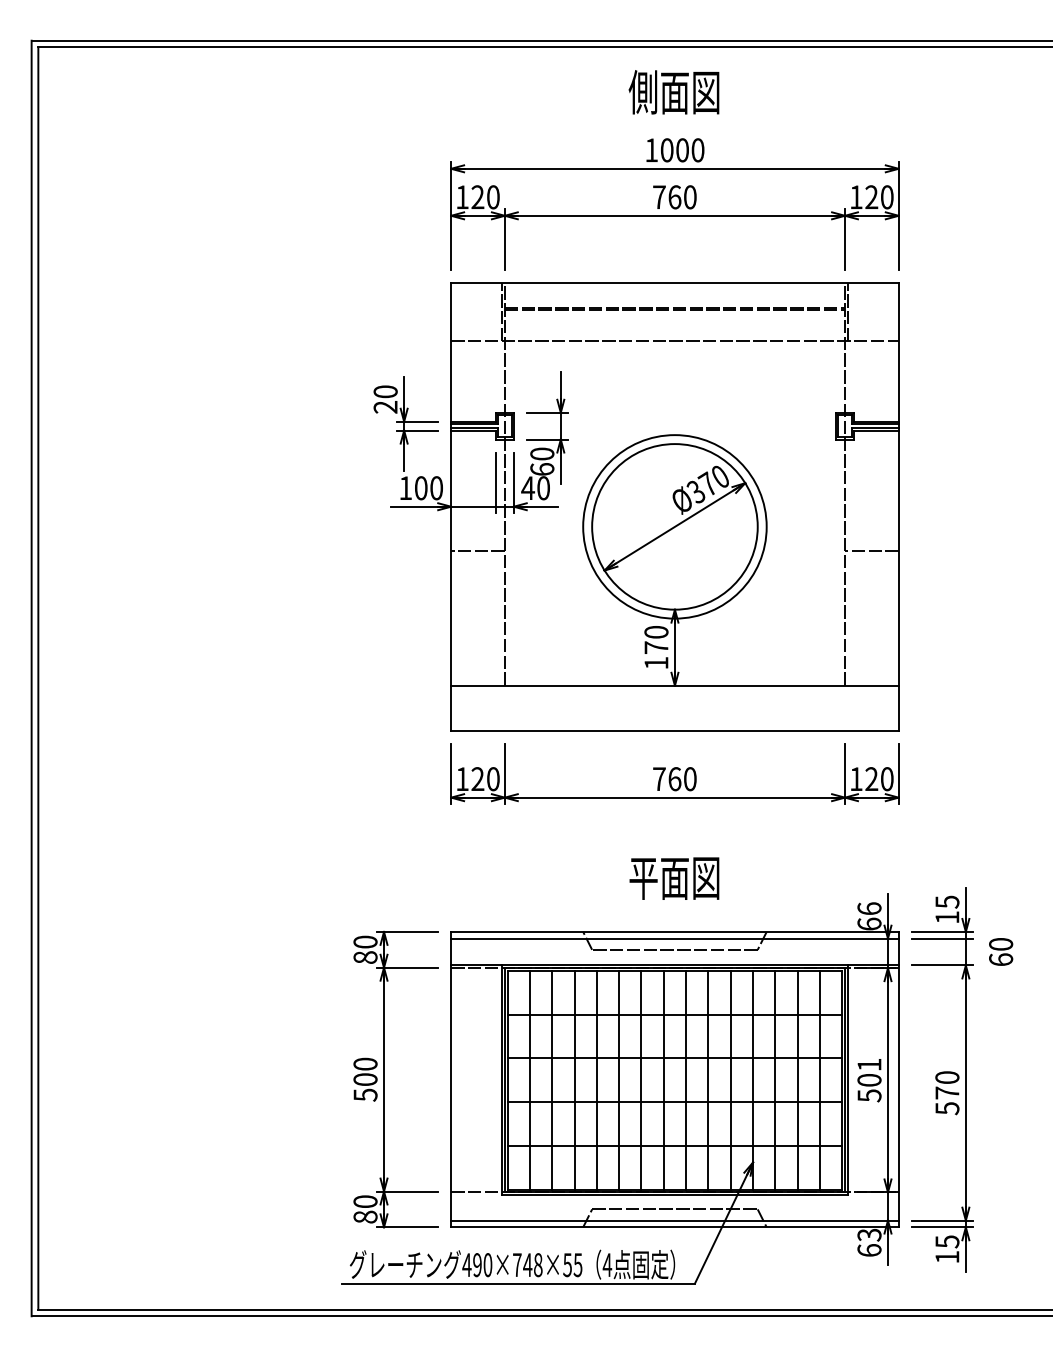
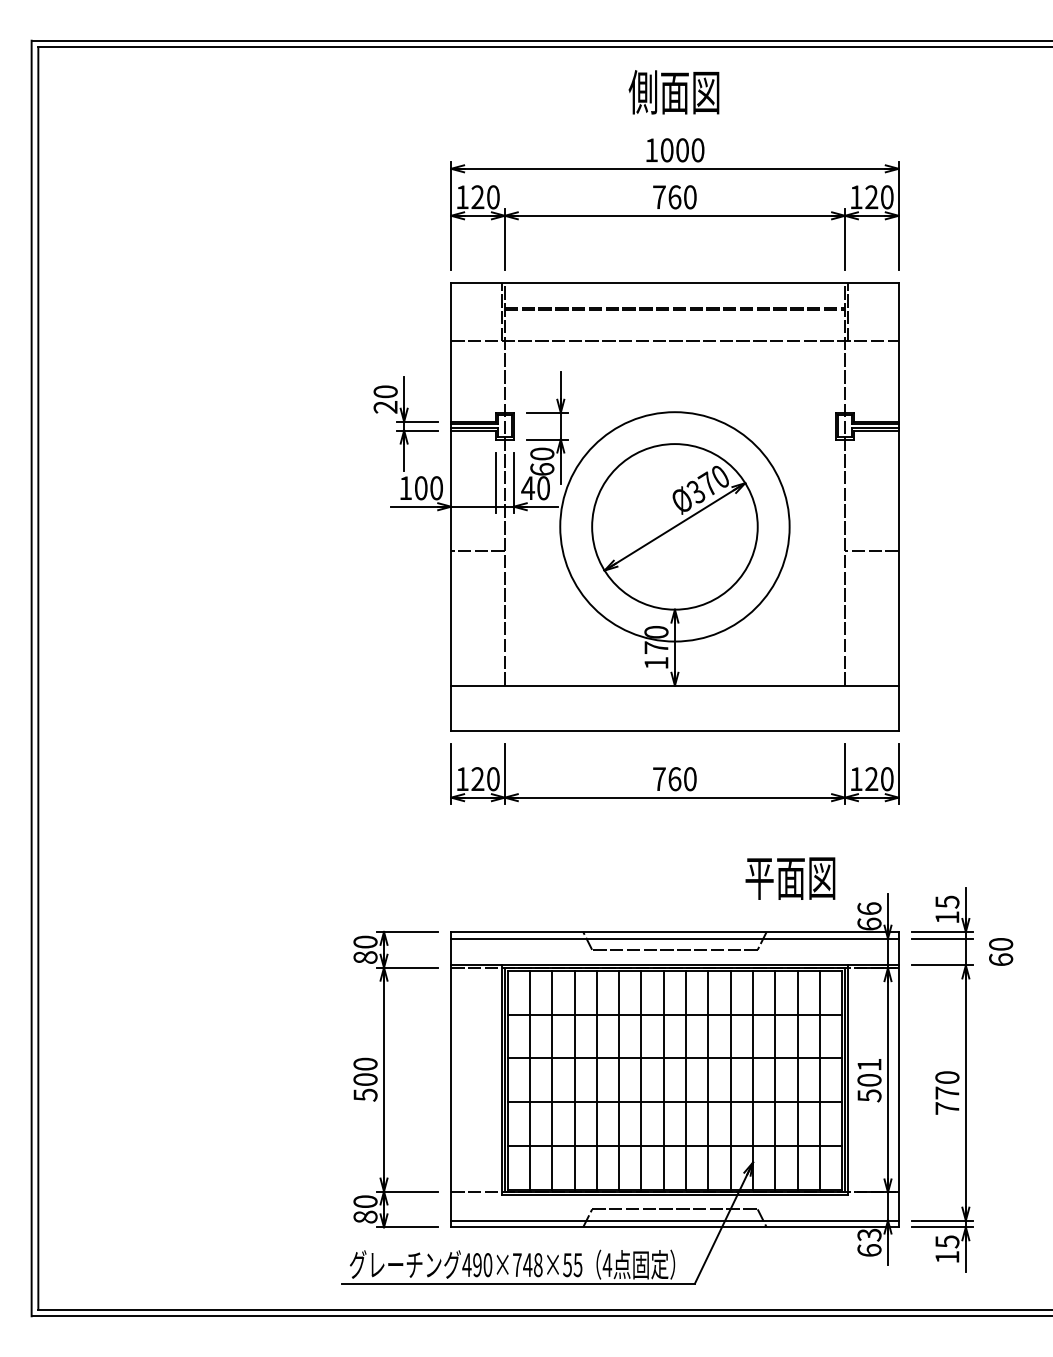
circle at (674, 526) diameter: 184 px -> 229 px
text at (674, 878) position: (674, 878) -> (790, 878)
text at (947, 1108): 570 -> 770
